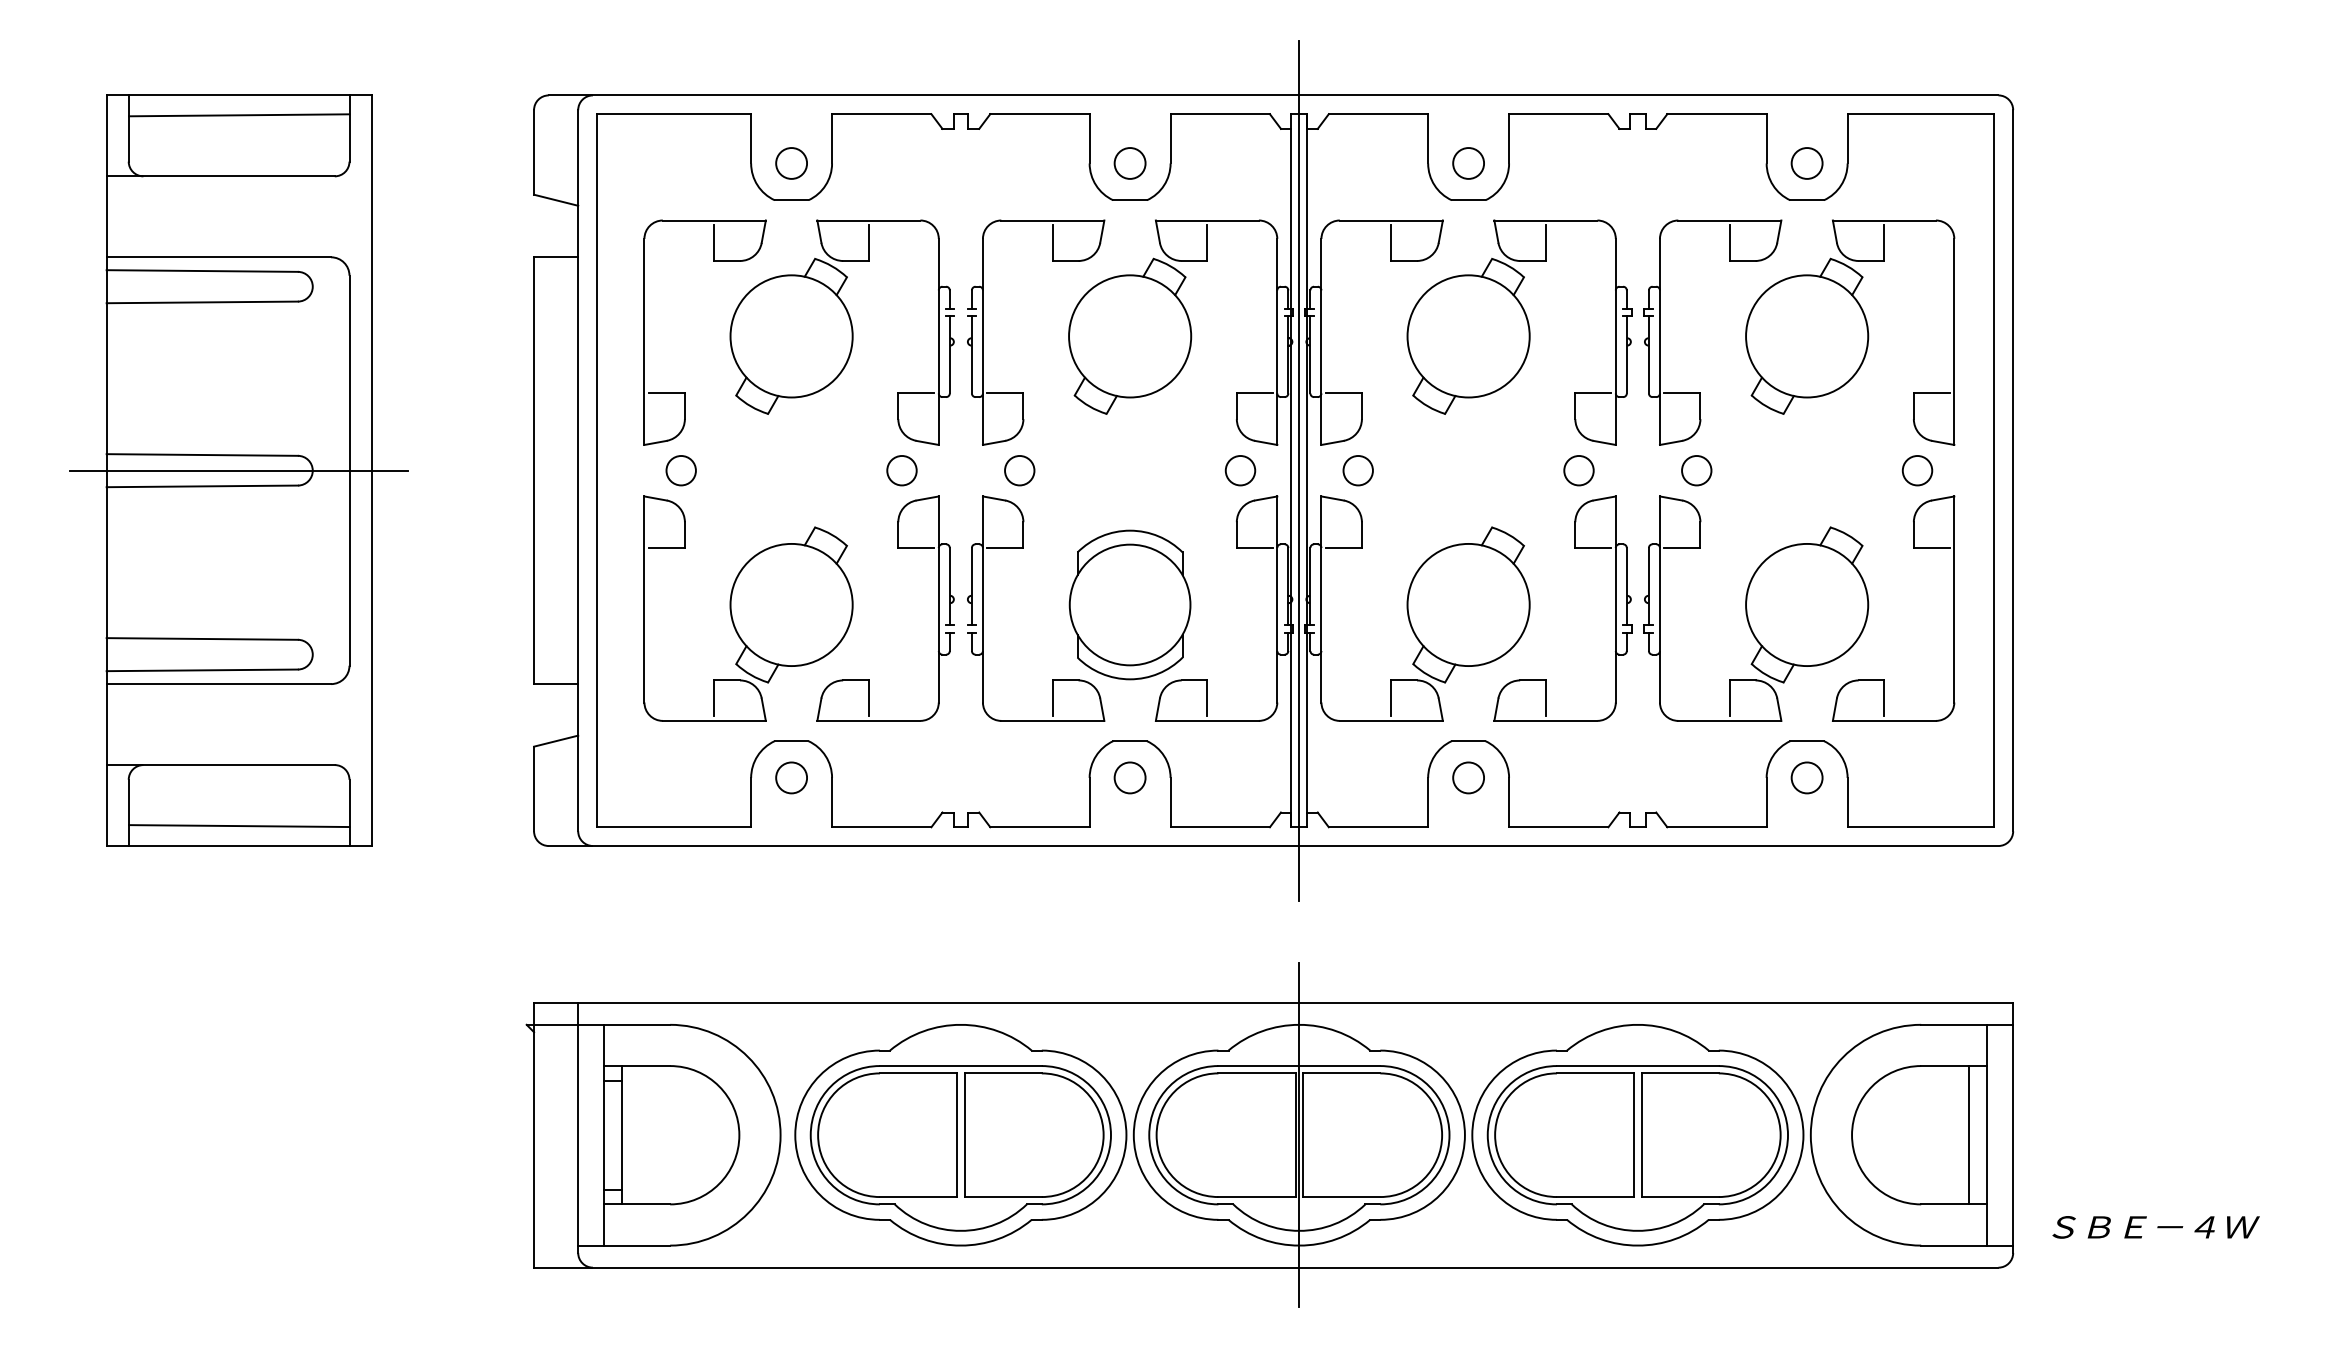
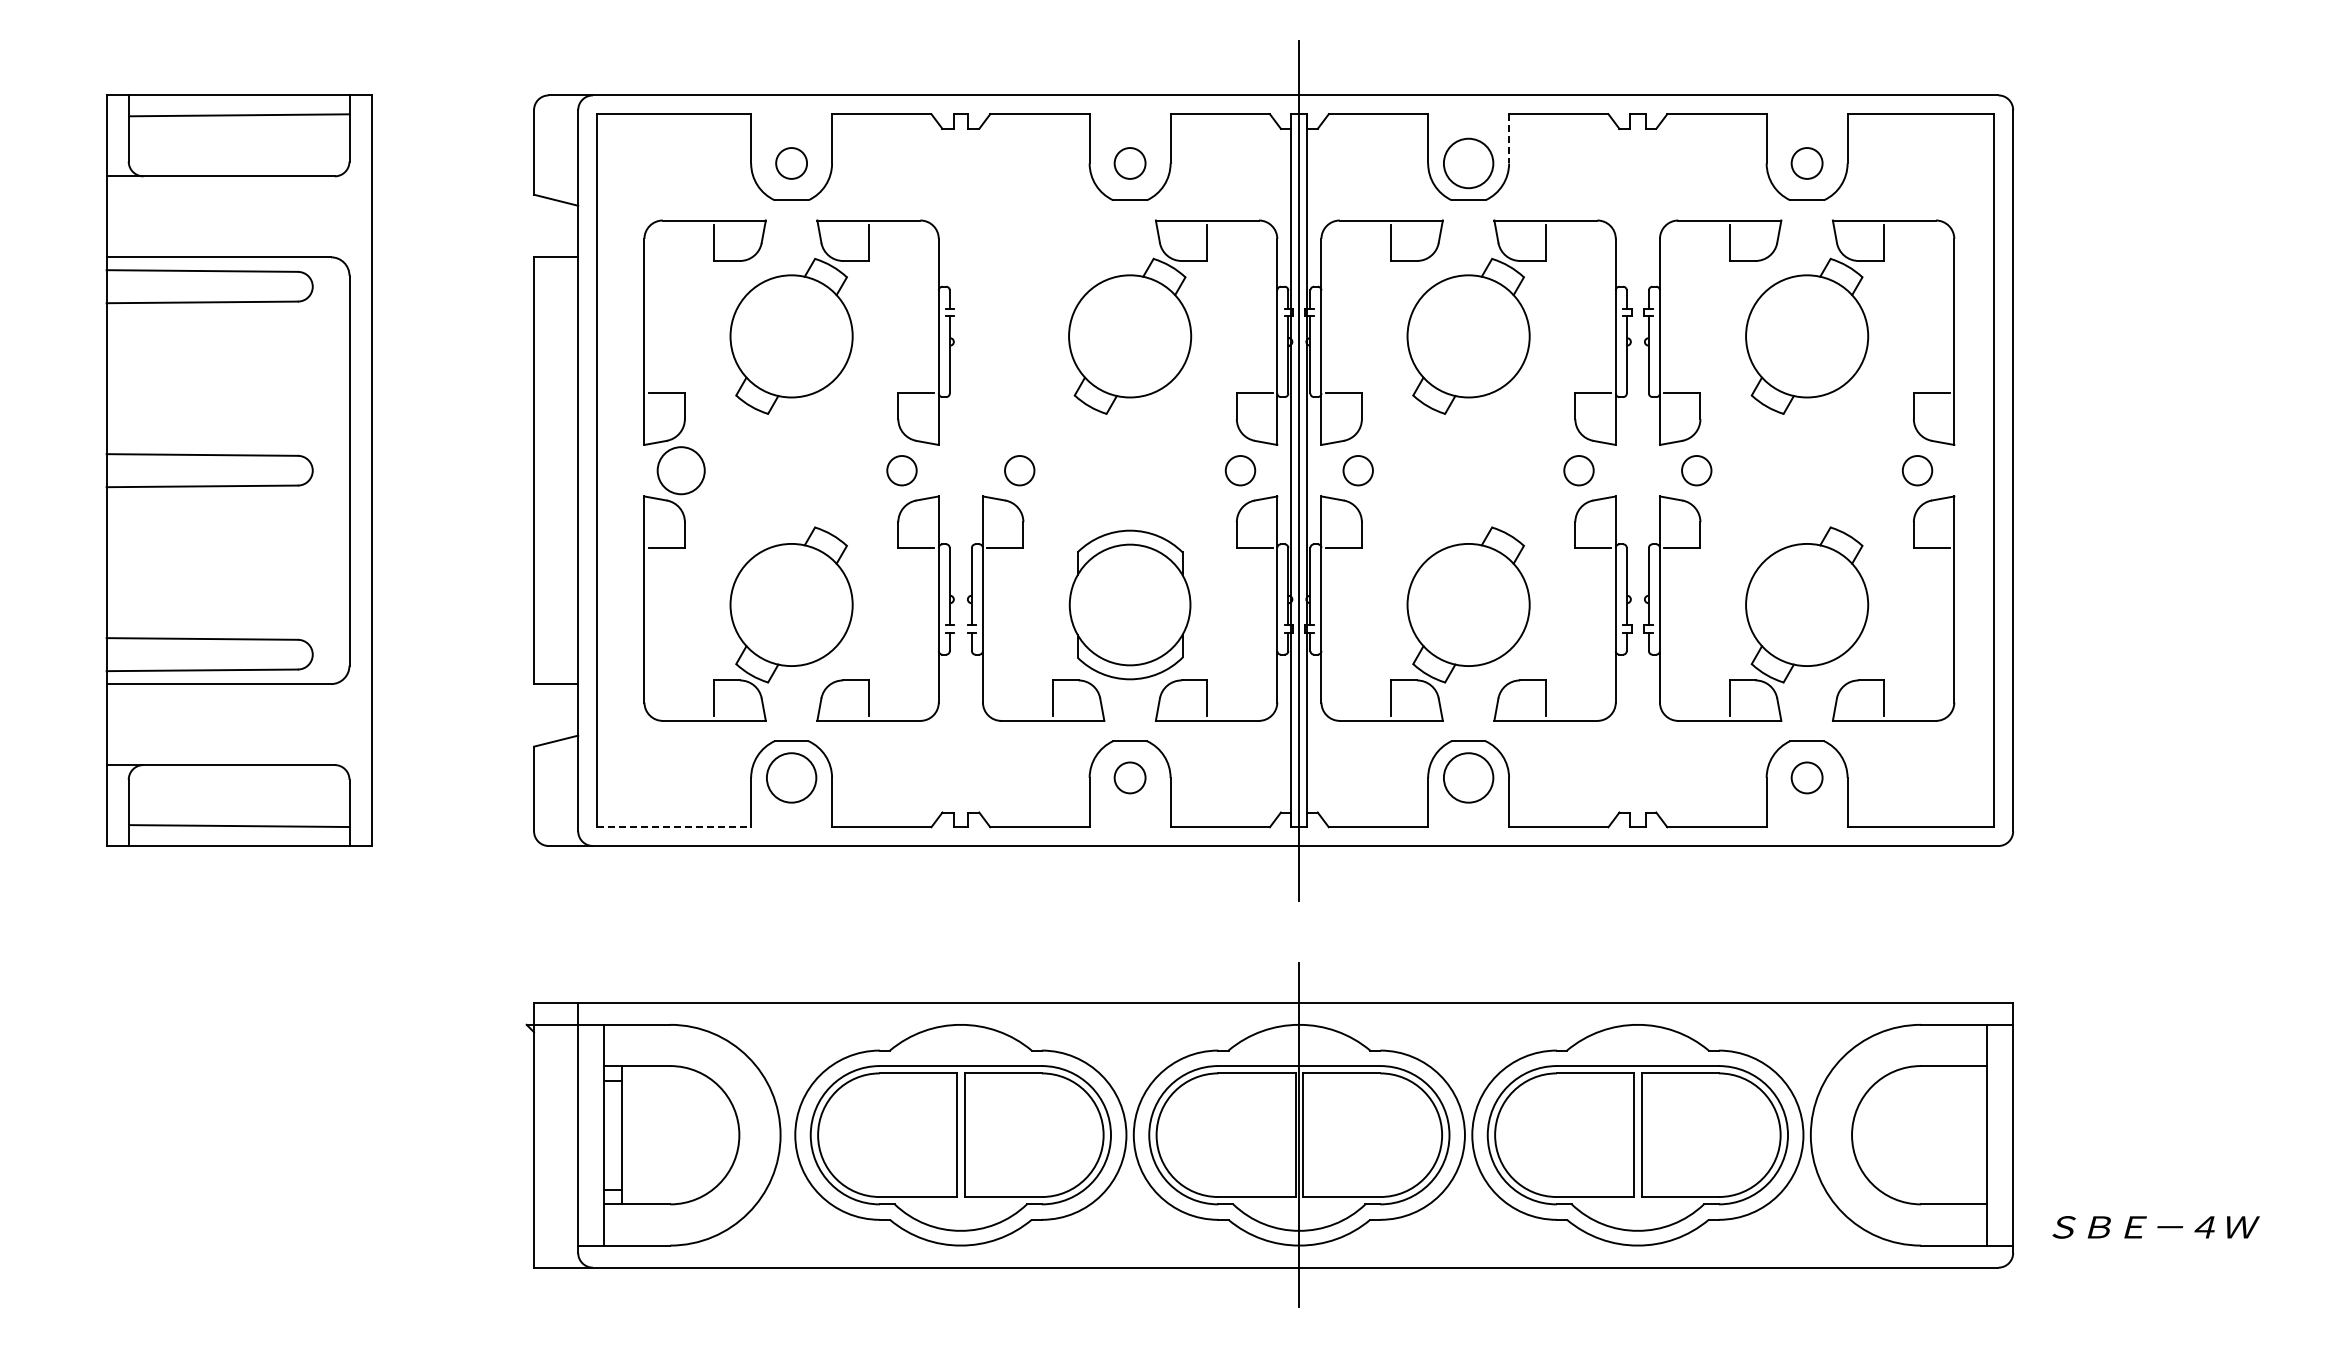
line at (1509, 138): solid -> dashed
circle at (1468, 163) diameter: 31 px -> 49 px
part at (983, 332): present -> none
line at (238, 470): present -> none
circle at (680, 470) diameter: 29 px -> 47 px
circle at (791, 777) diameter: 31 px -> 49 px
circle at (1468, 777) diameter: 31 px -> 49 px
line at (674, 827): solid -> dashed
line at (1969, 1135): present -> none
